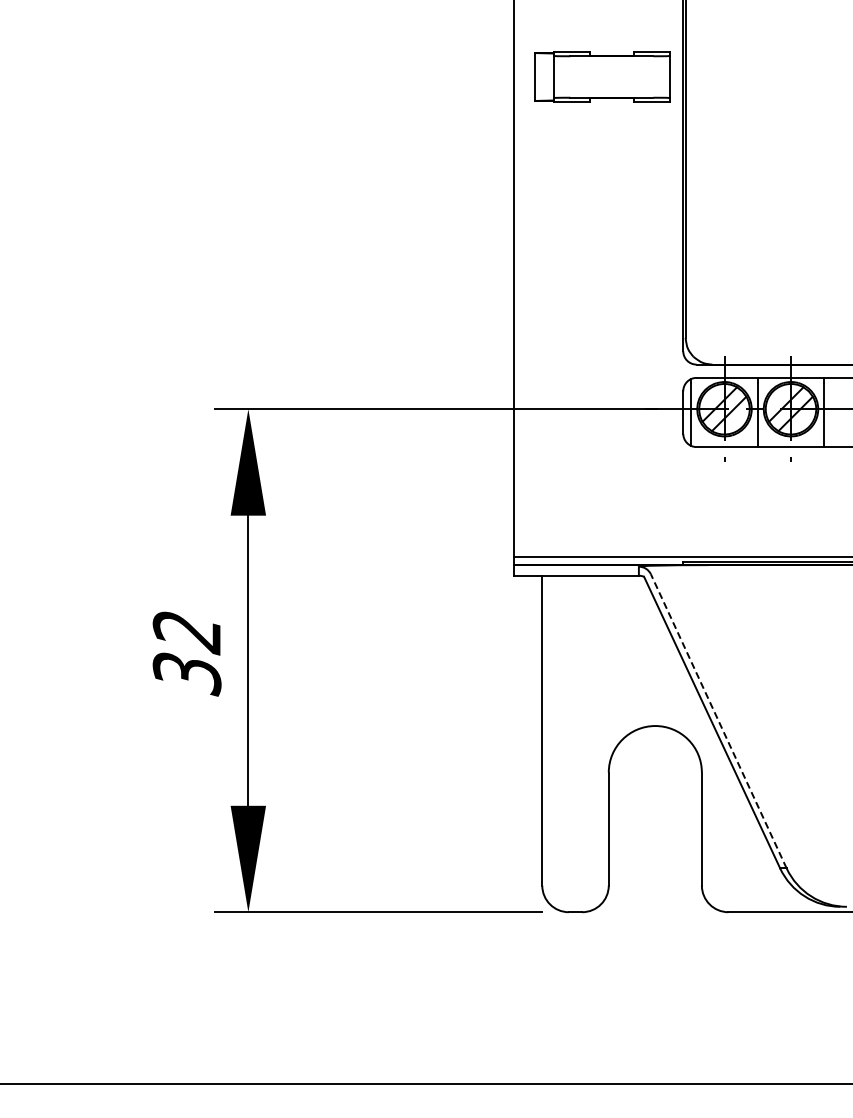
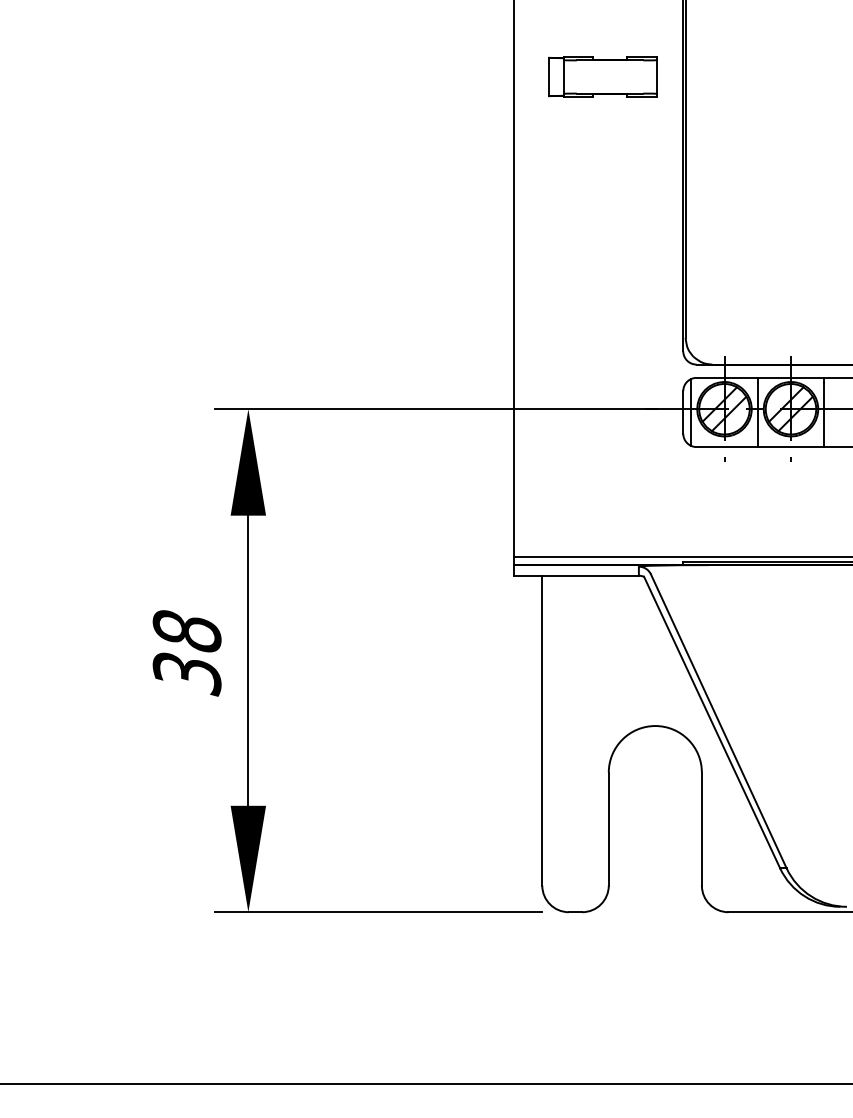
part at (602, 76) size: 137x52 px -> 110x42 px
text at (186, 632): 32 -> 38
line at (718, 721): dashed -> solid
